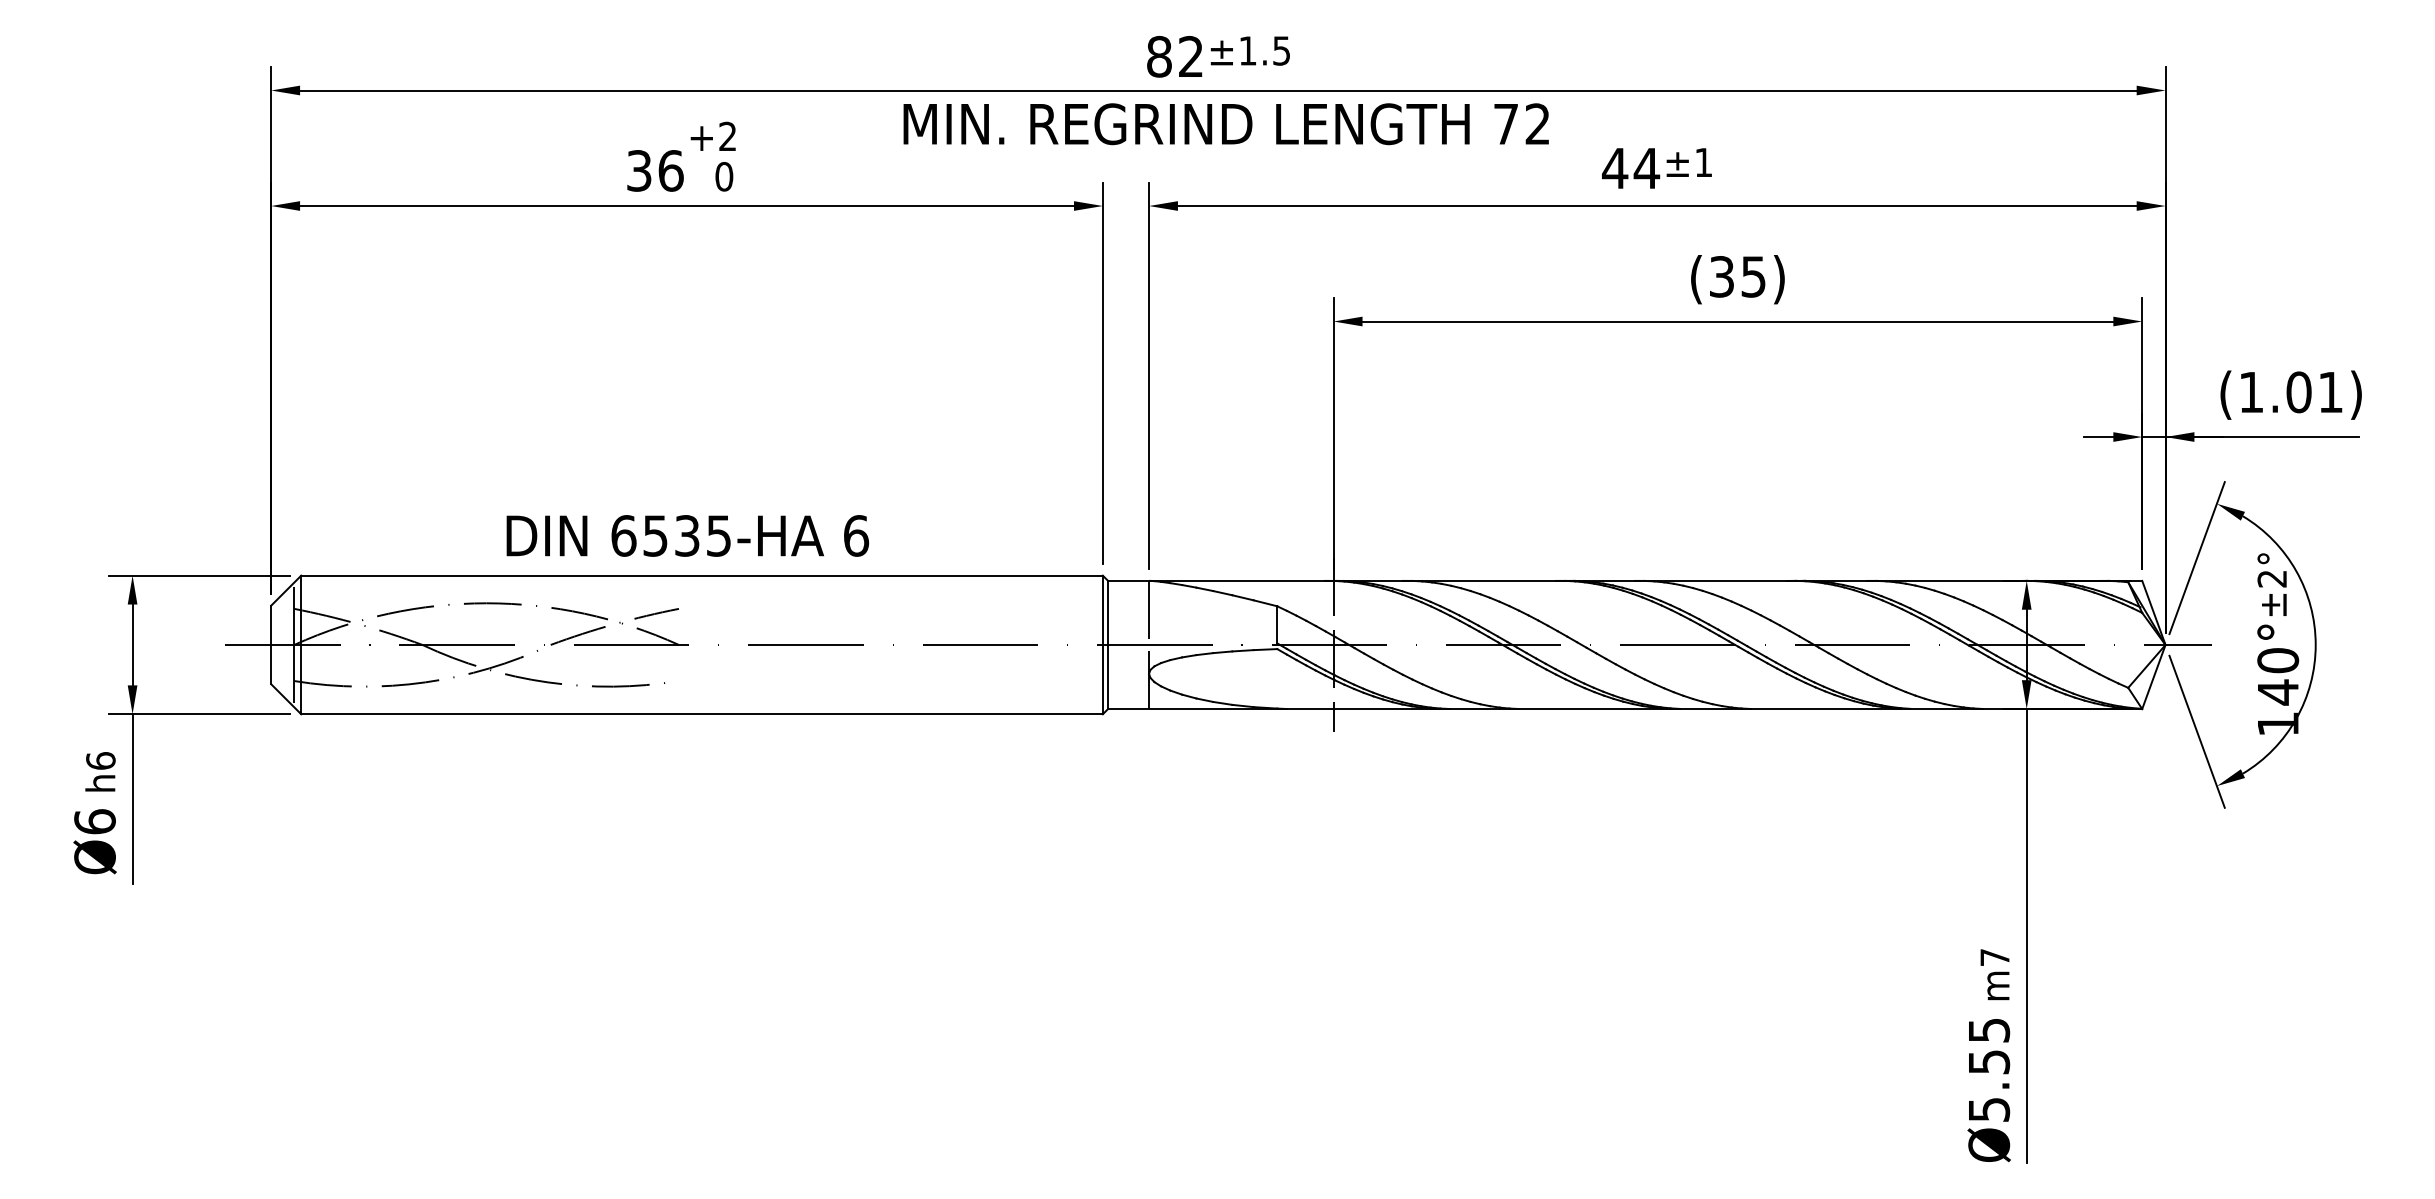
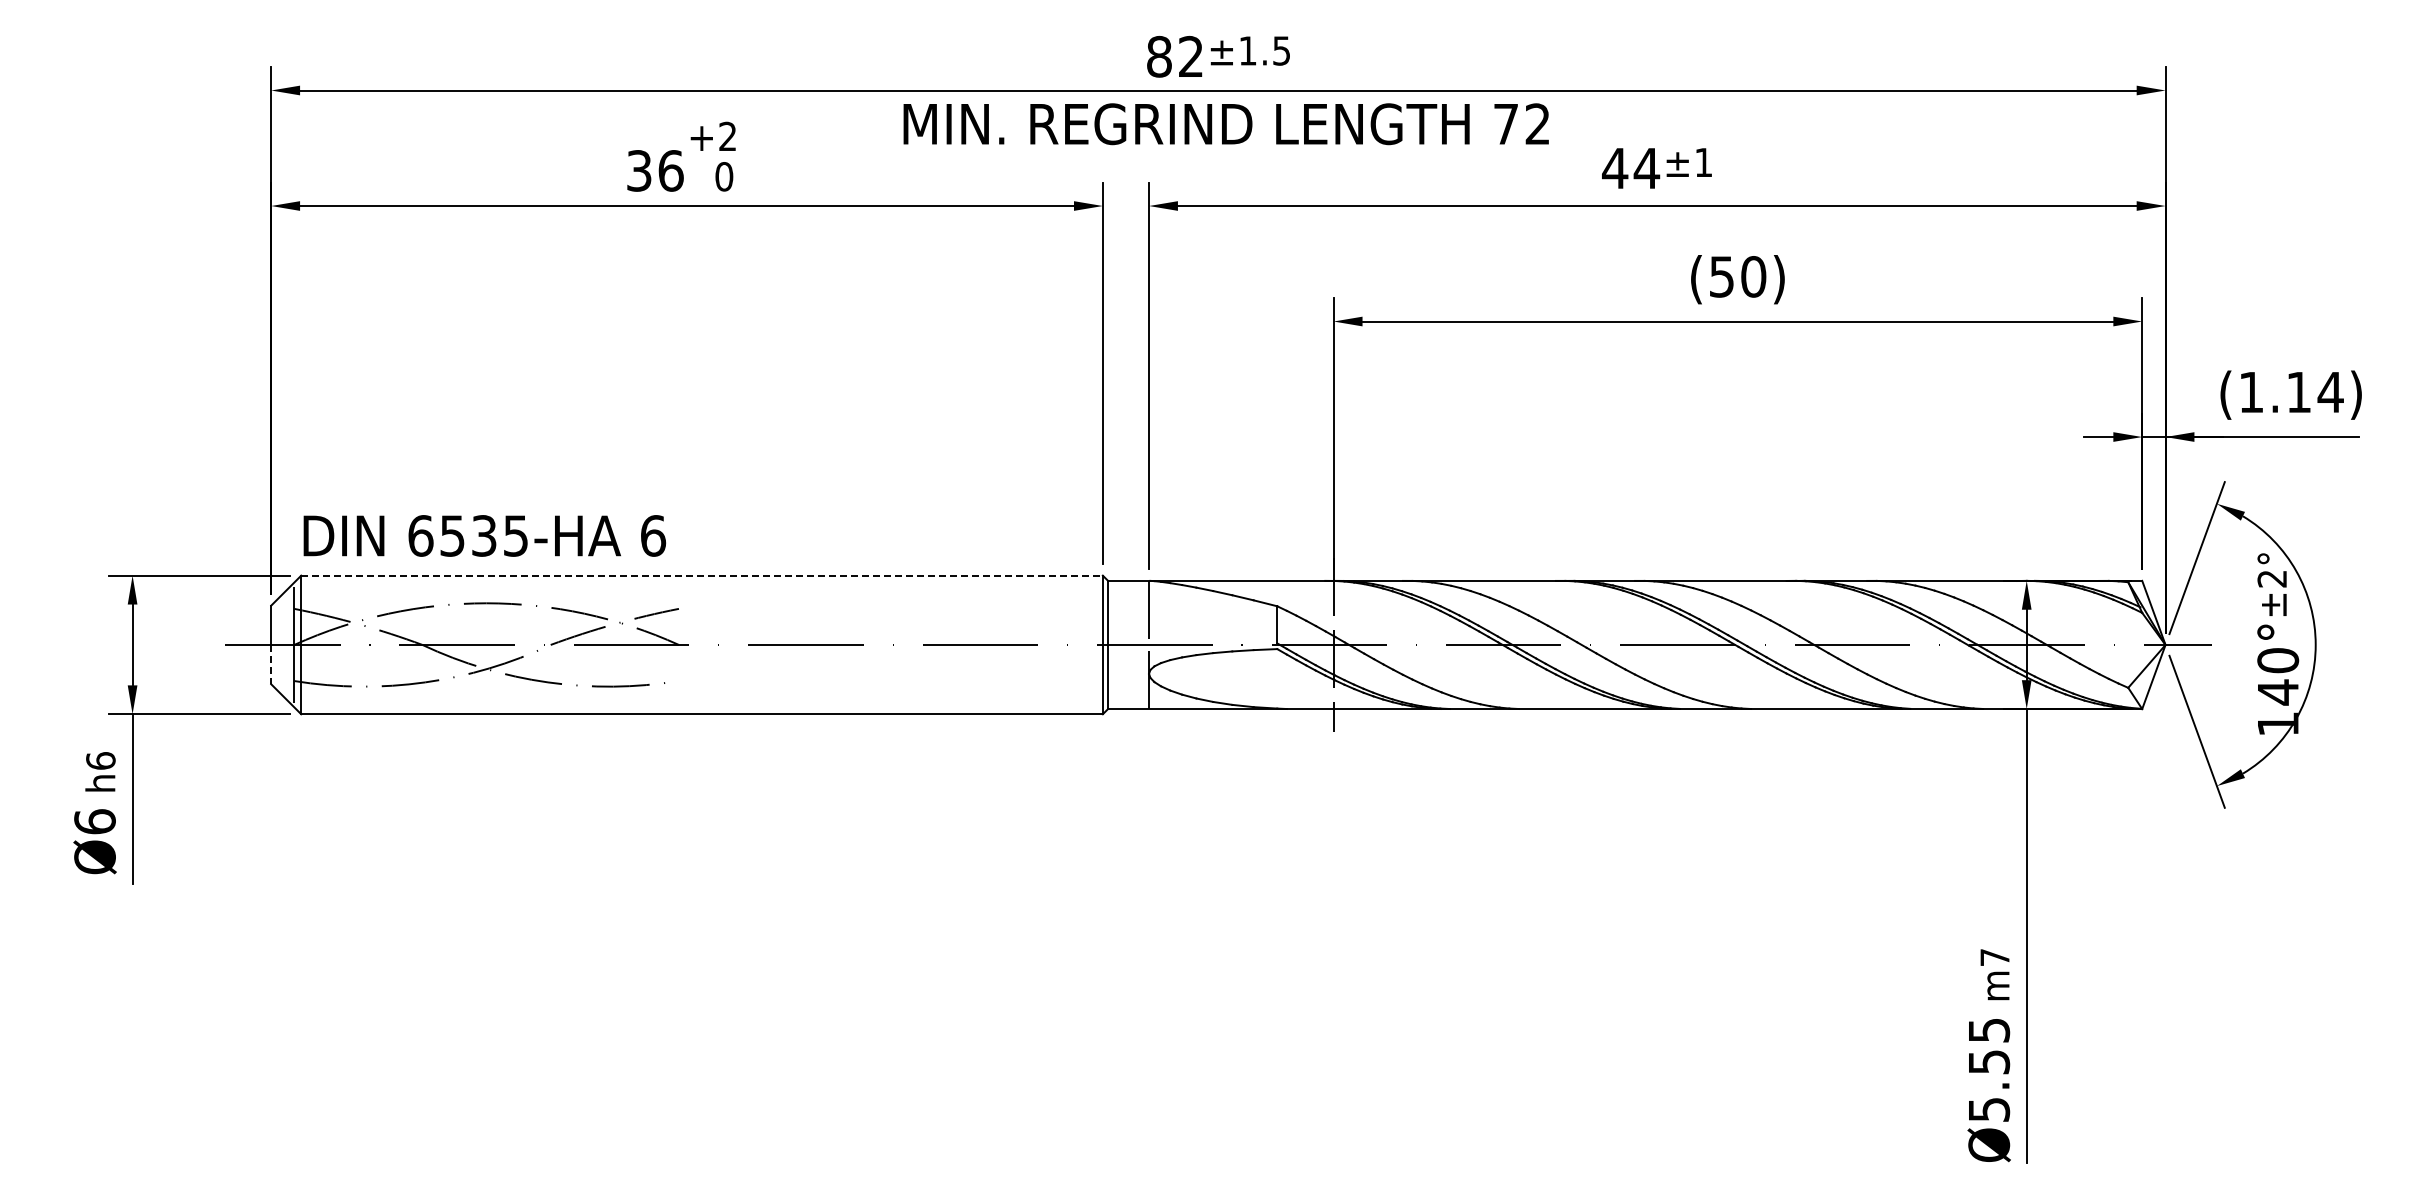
text at (1738, 276): (35) -> (50)
text at (2314, 392): (1.01) -> (1.14)
text at (687, 535) position: (687, 535) -> (484, 535)
line at (702, 575): solid -> dashed
line at (271, 664): solid -> dashed
